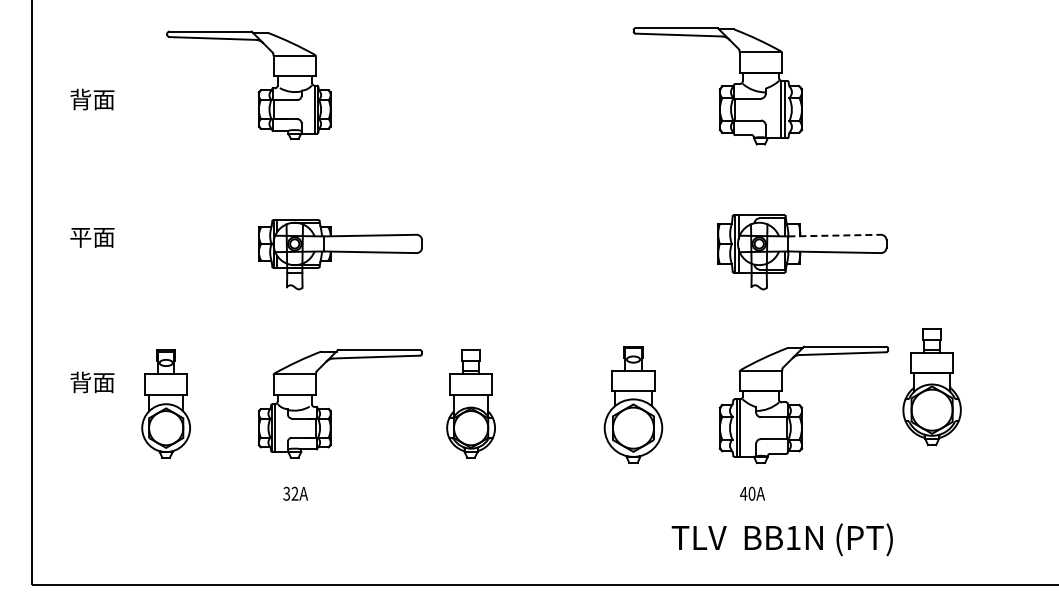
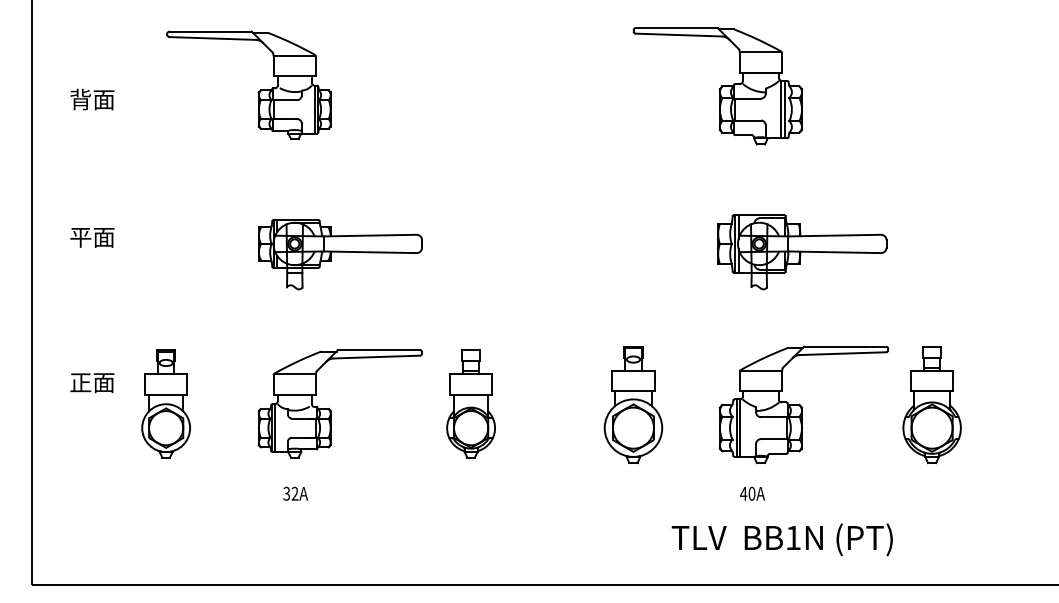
line at (835, 235): dashed -> solid
text at (80, 382): 背面 -> 正面
part at (931, 387) position: (931, 387) -> (931, 405)
